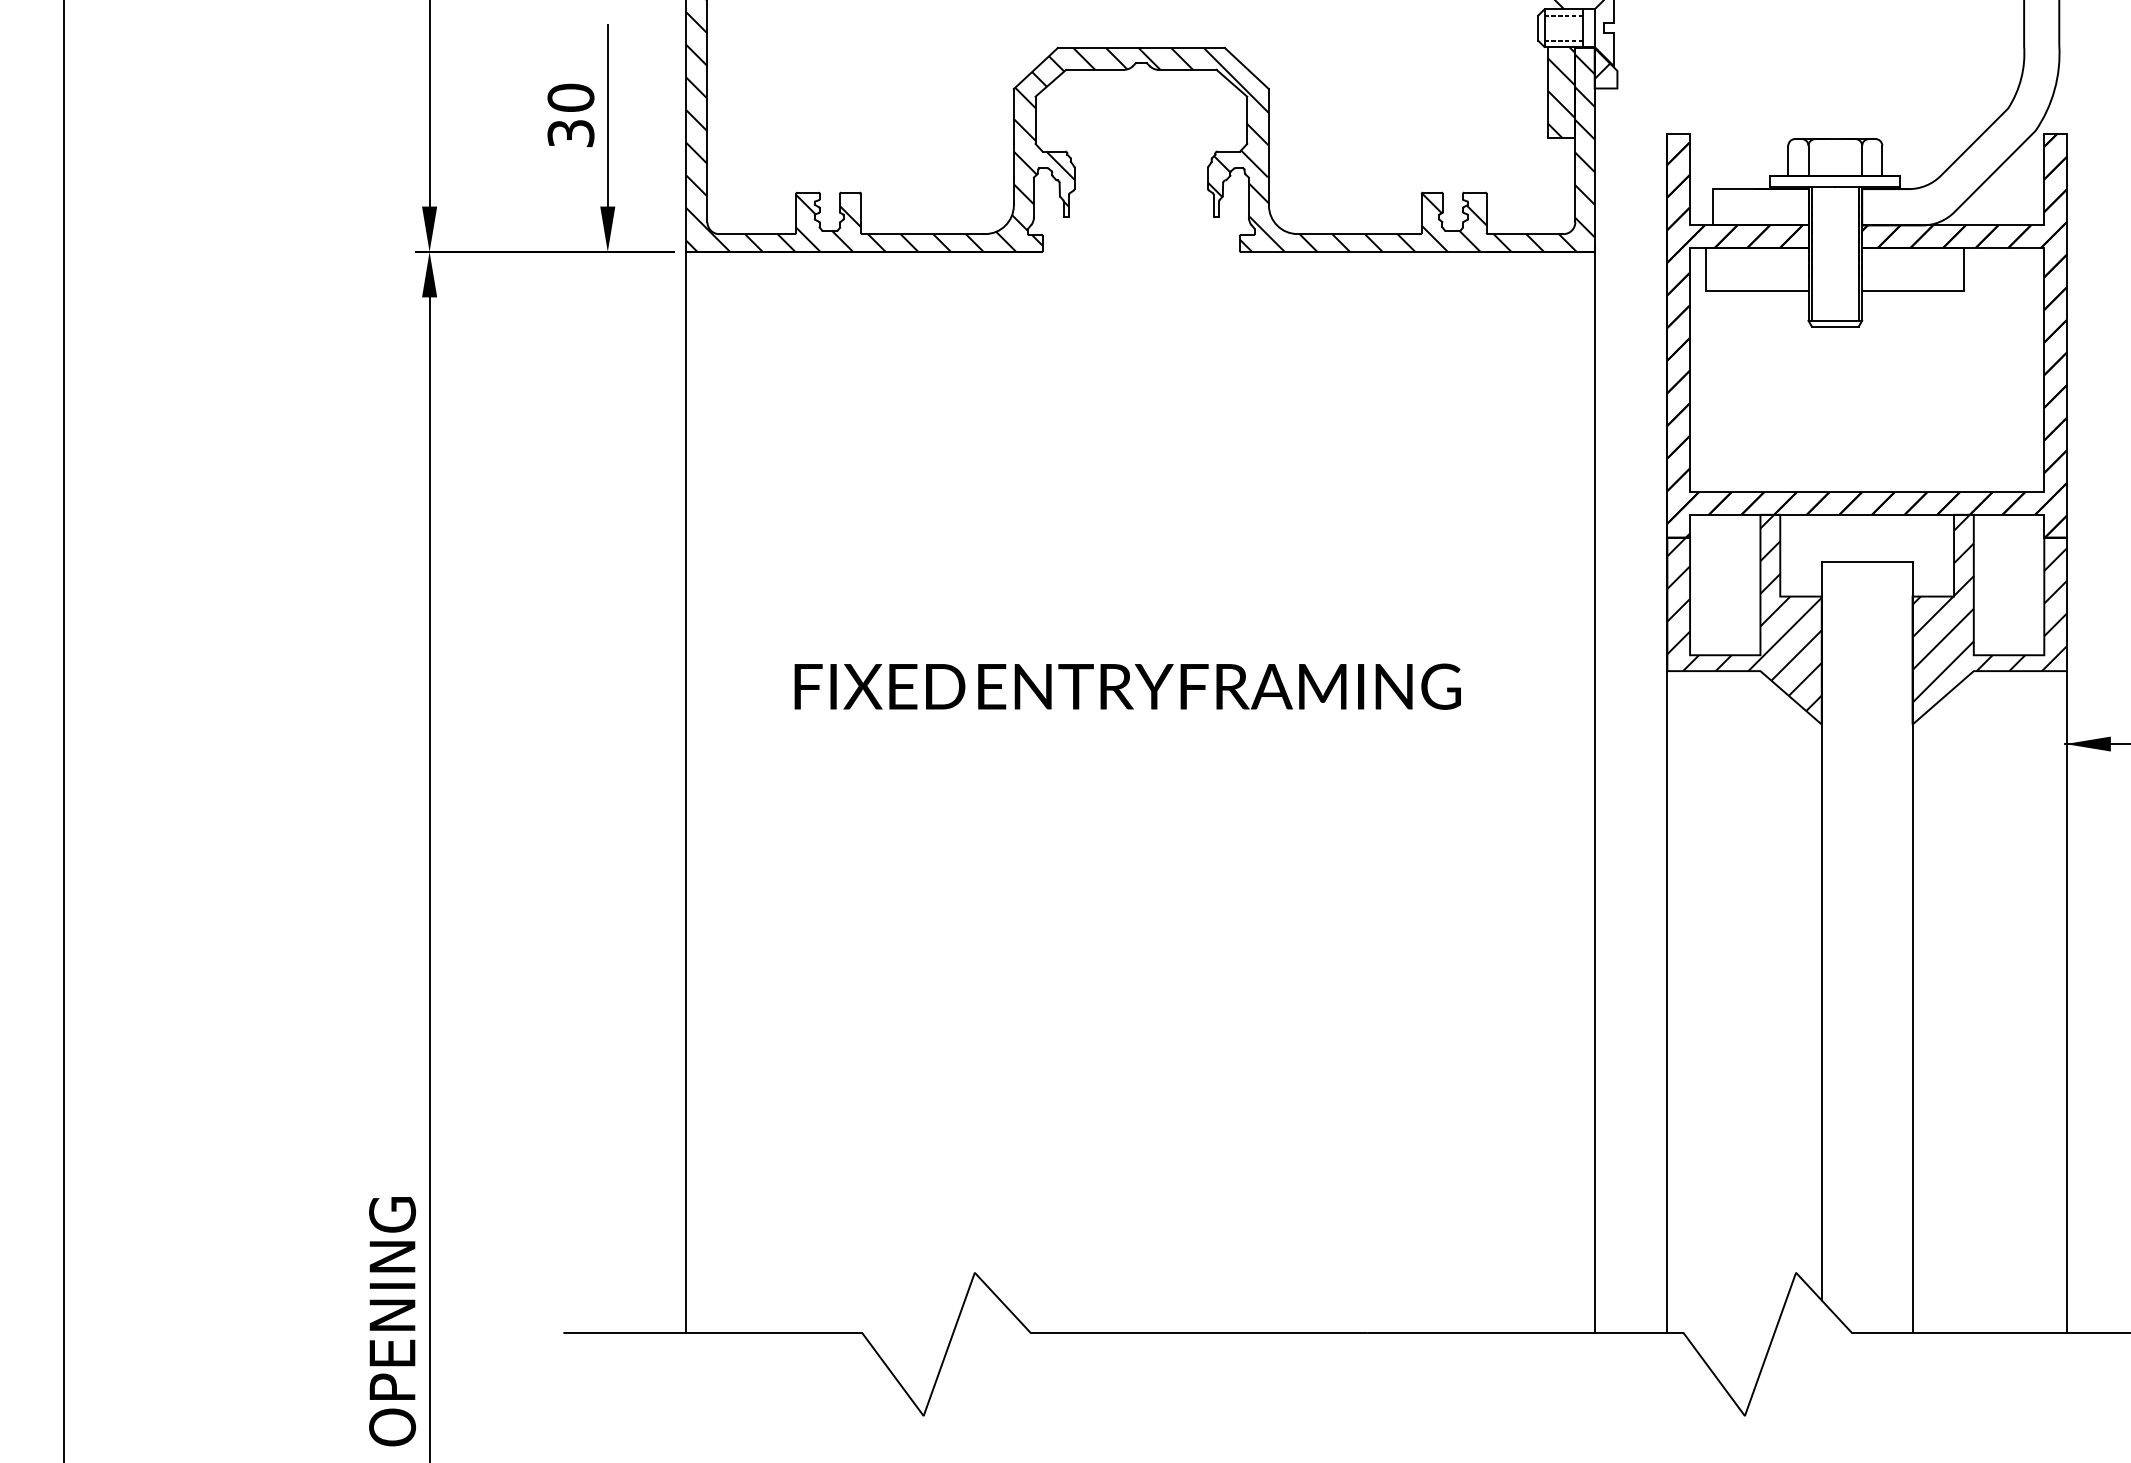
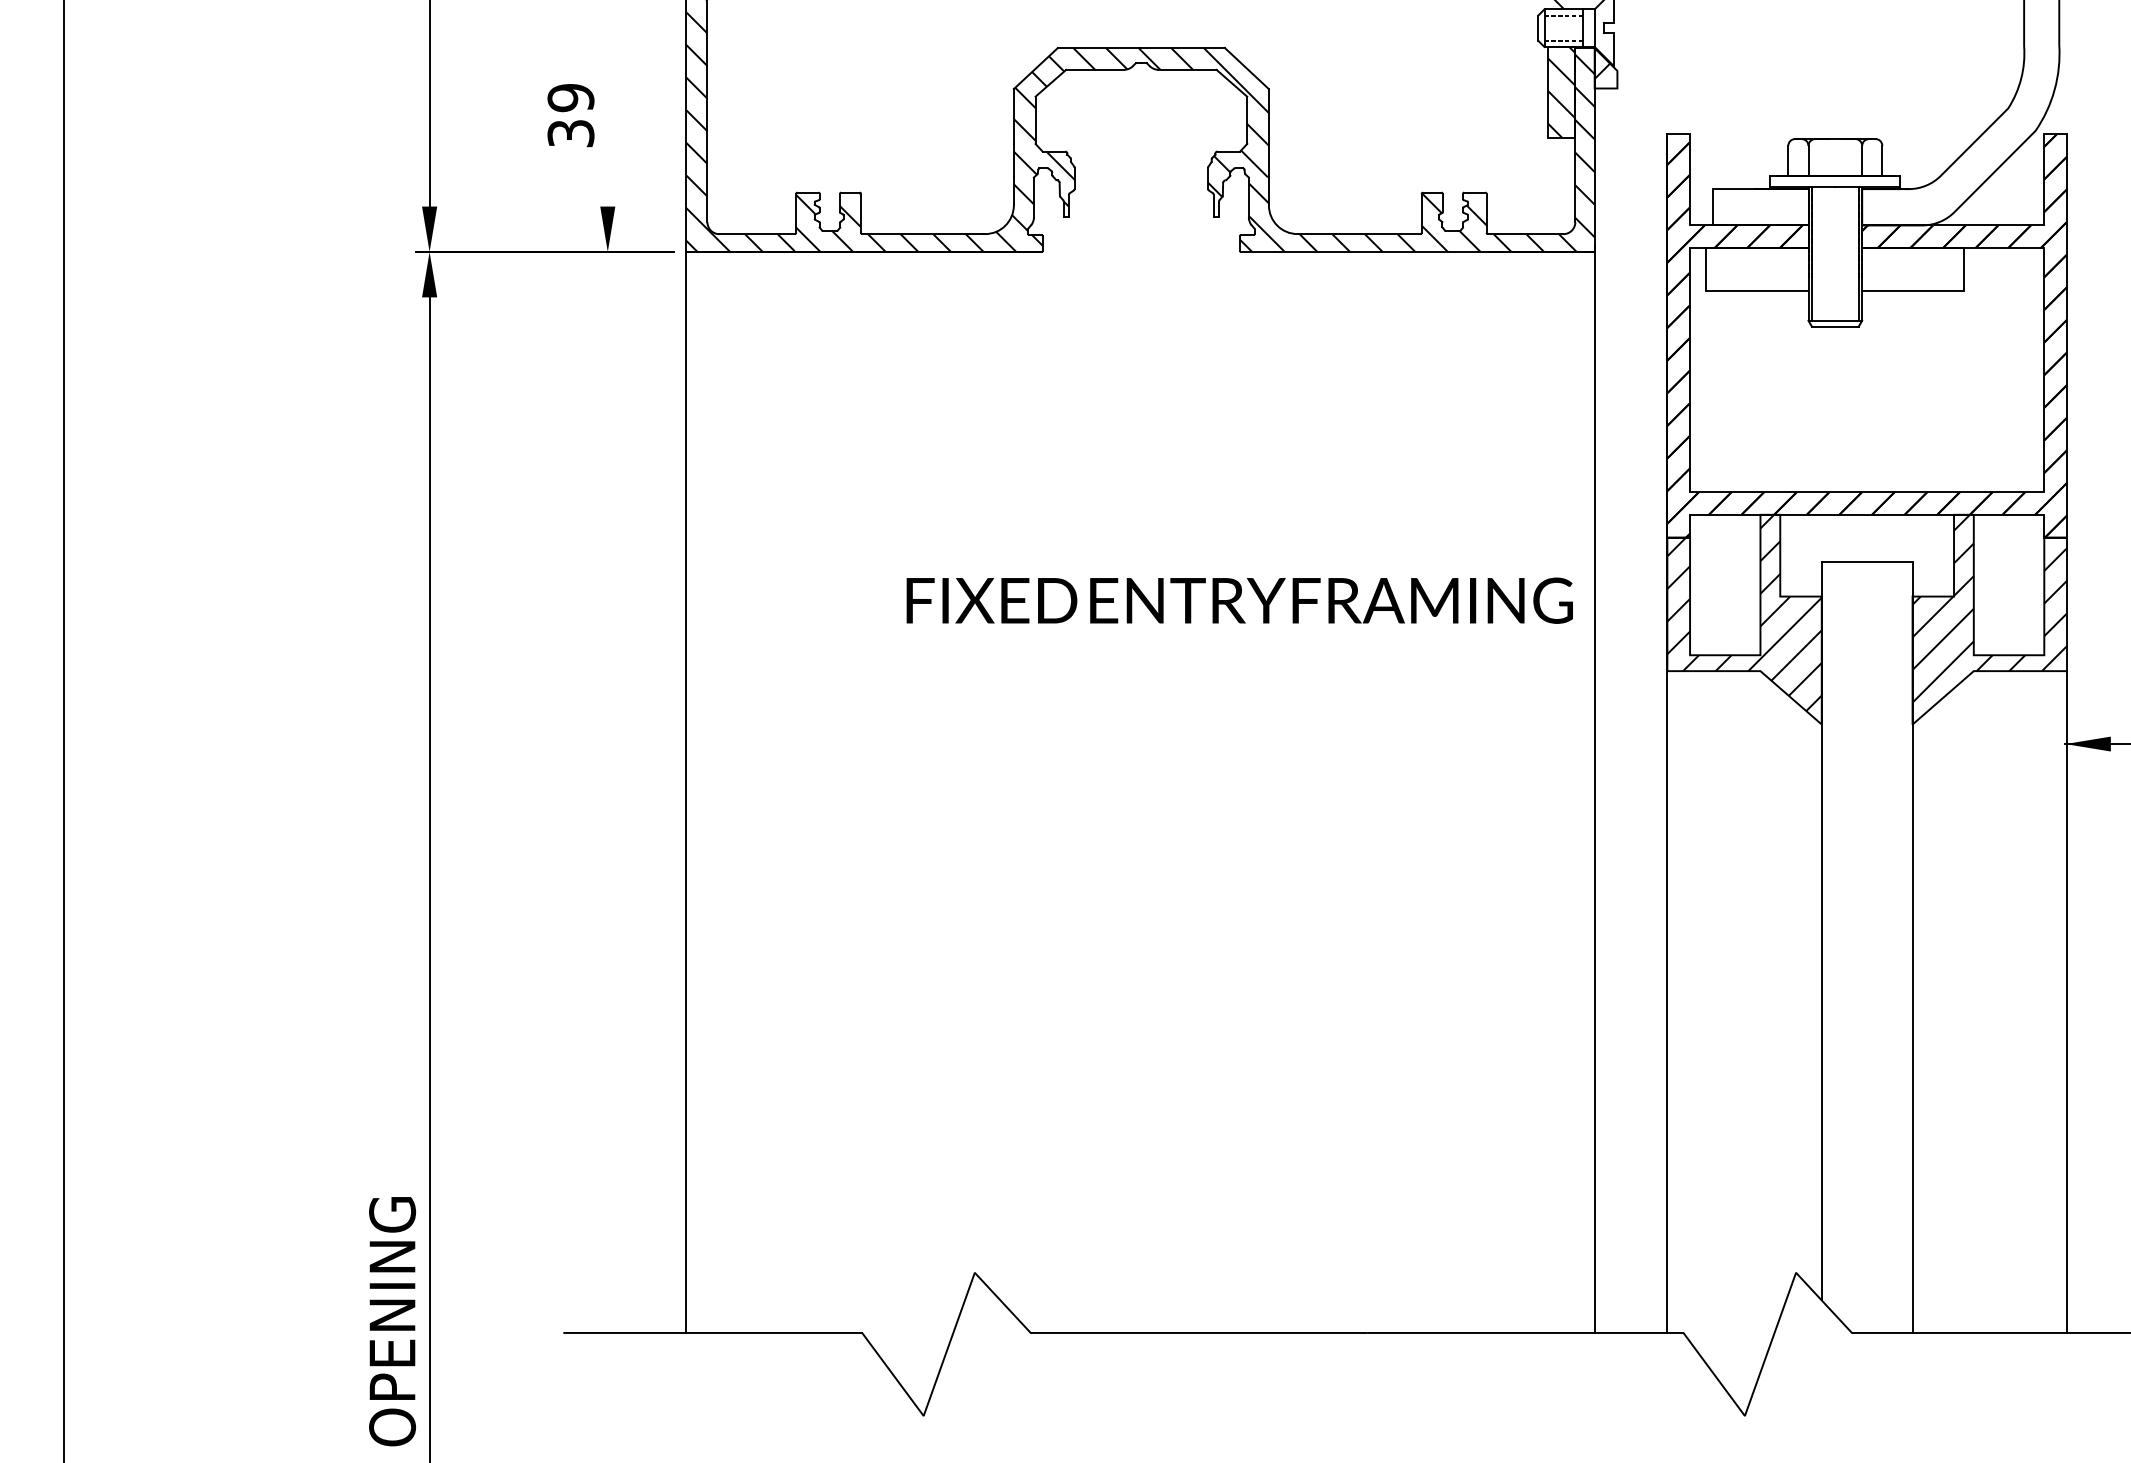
text at (570, 97): 30 -> 39
line at (607, 115): present -> none
text at (1127, 686) position: (1127, 686) -> (1239, 600)
